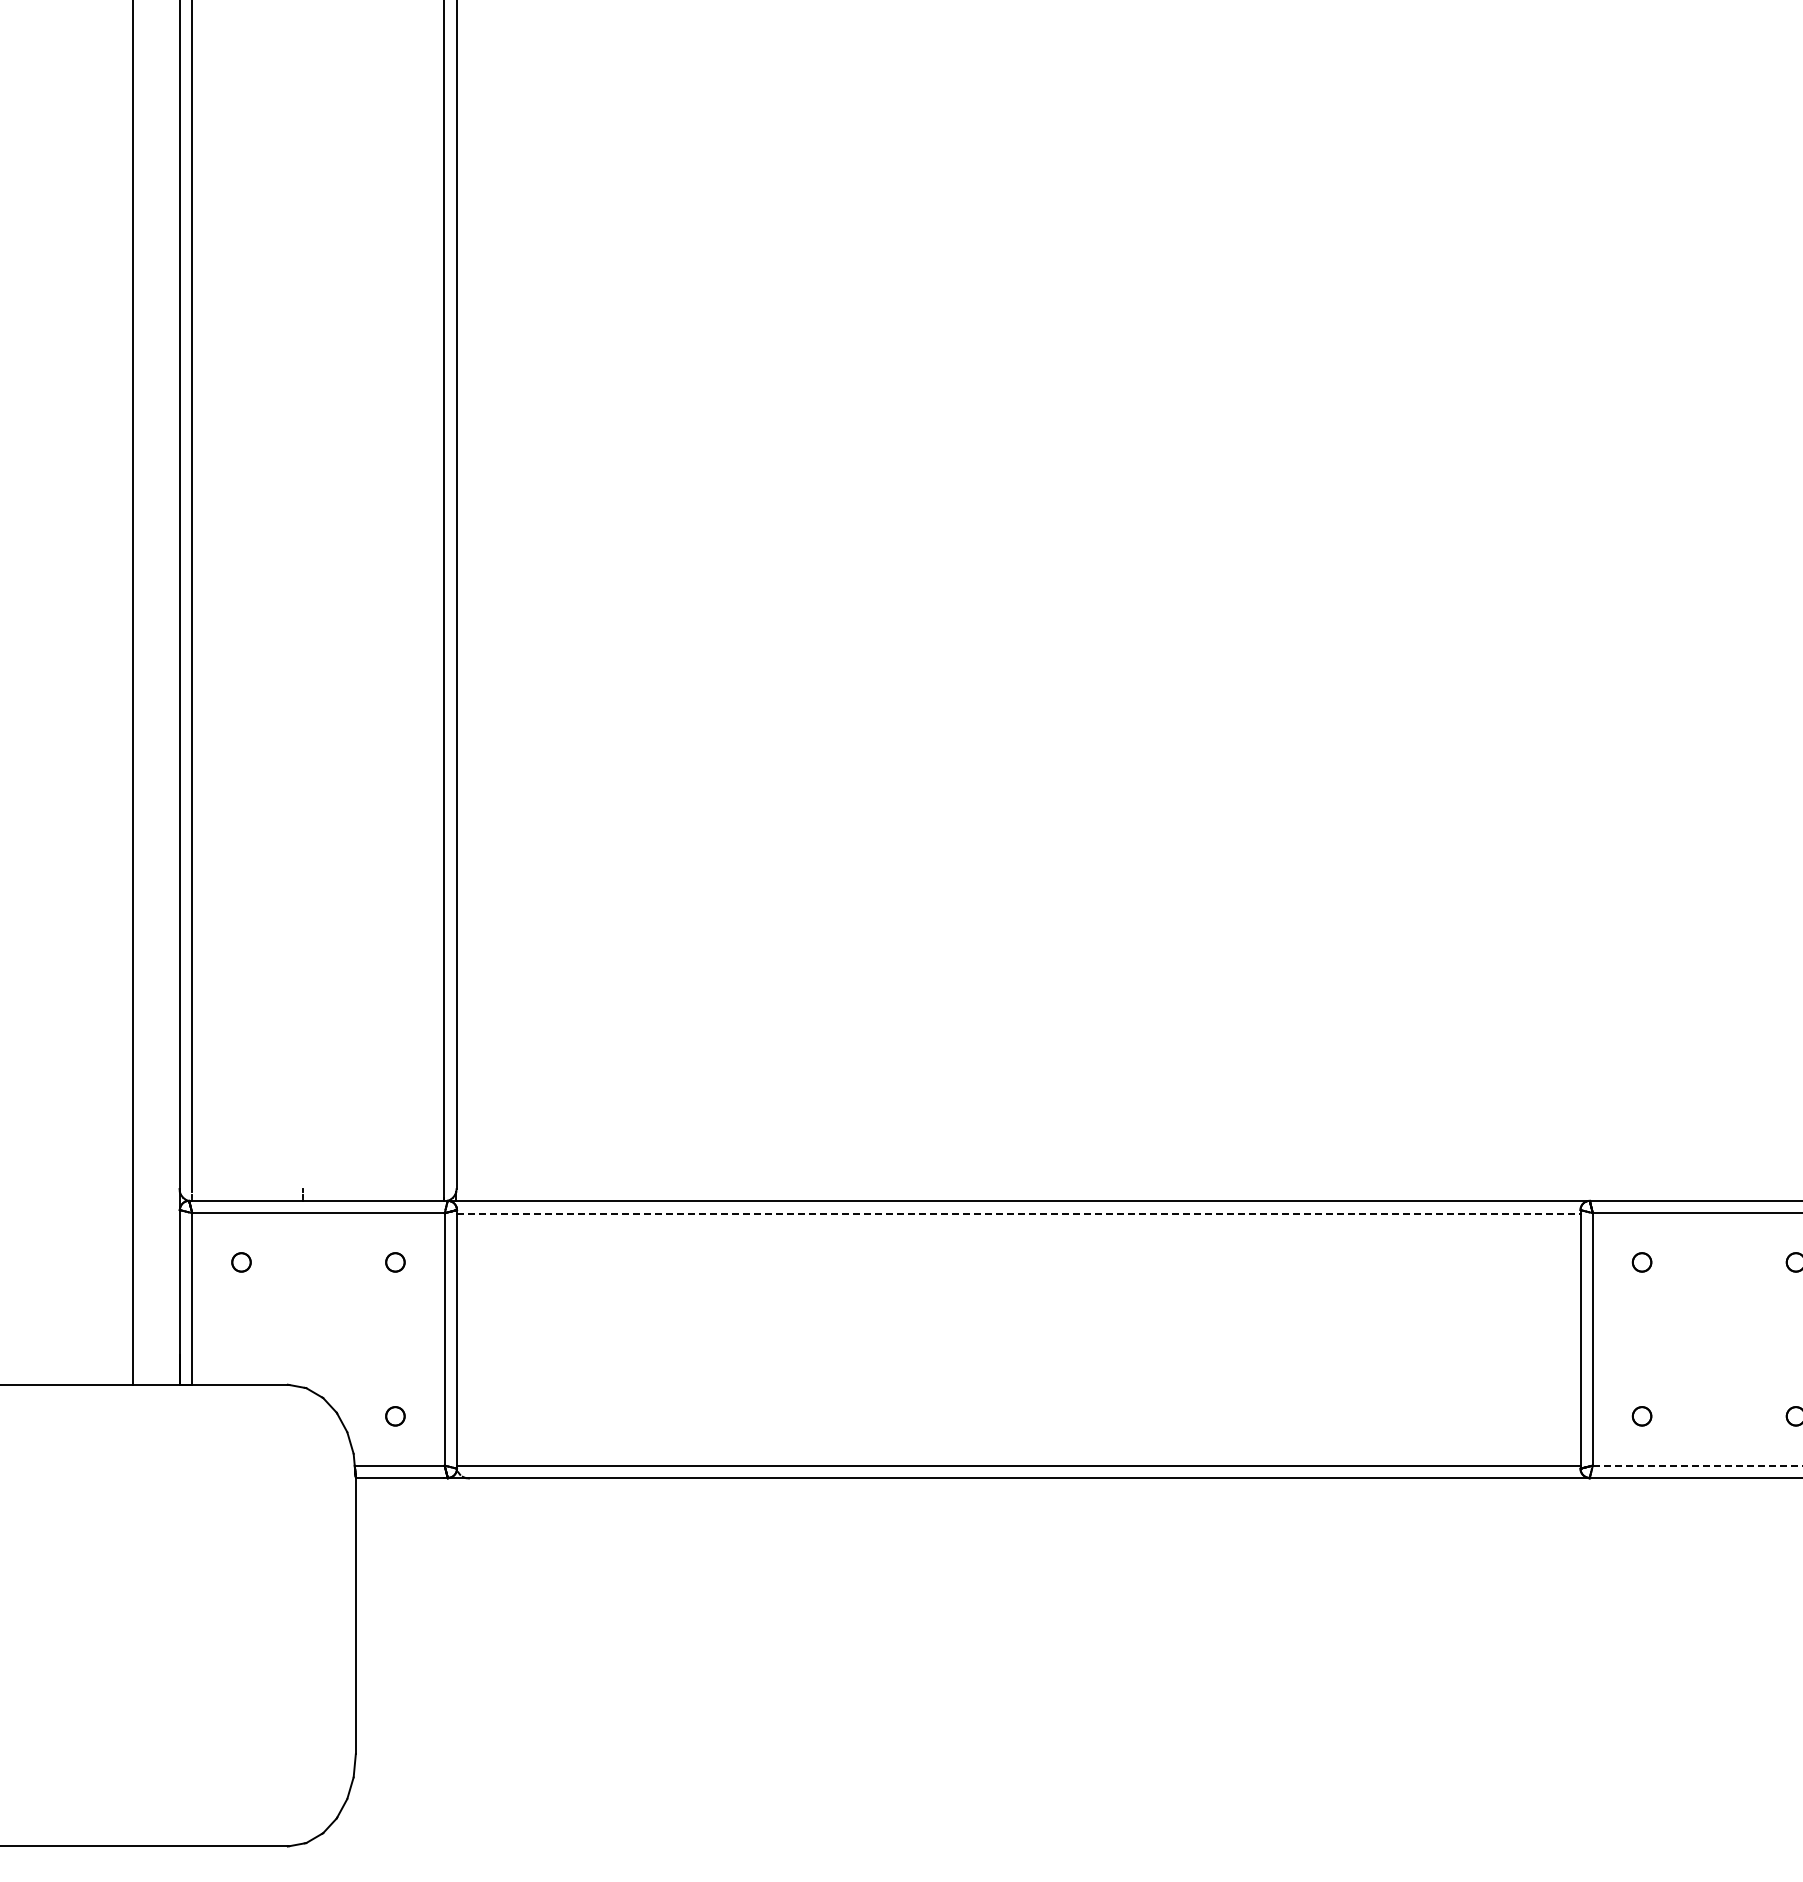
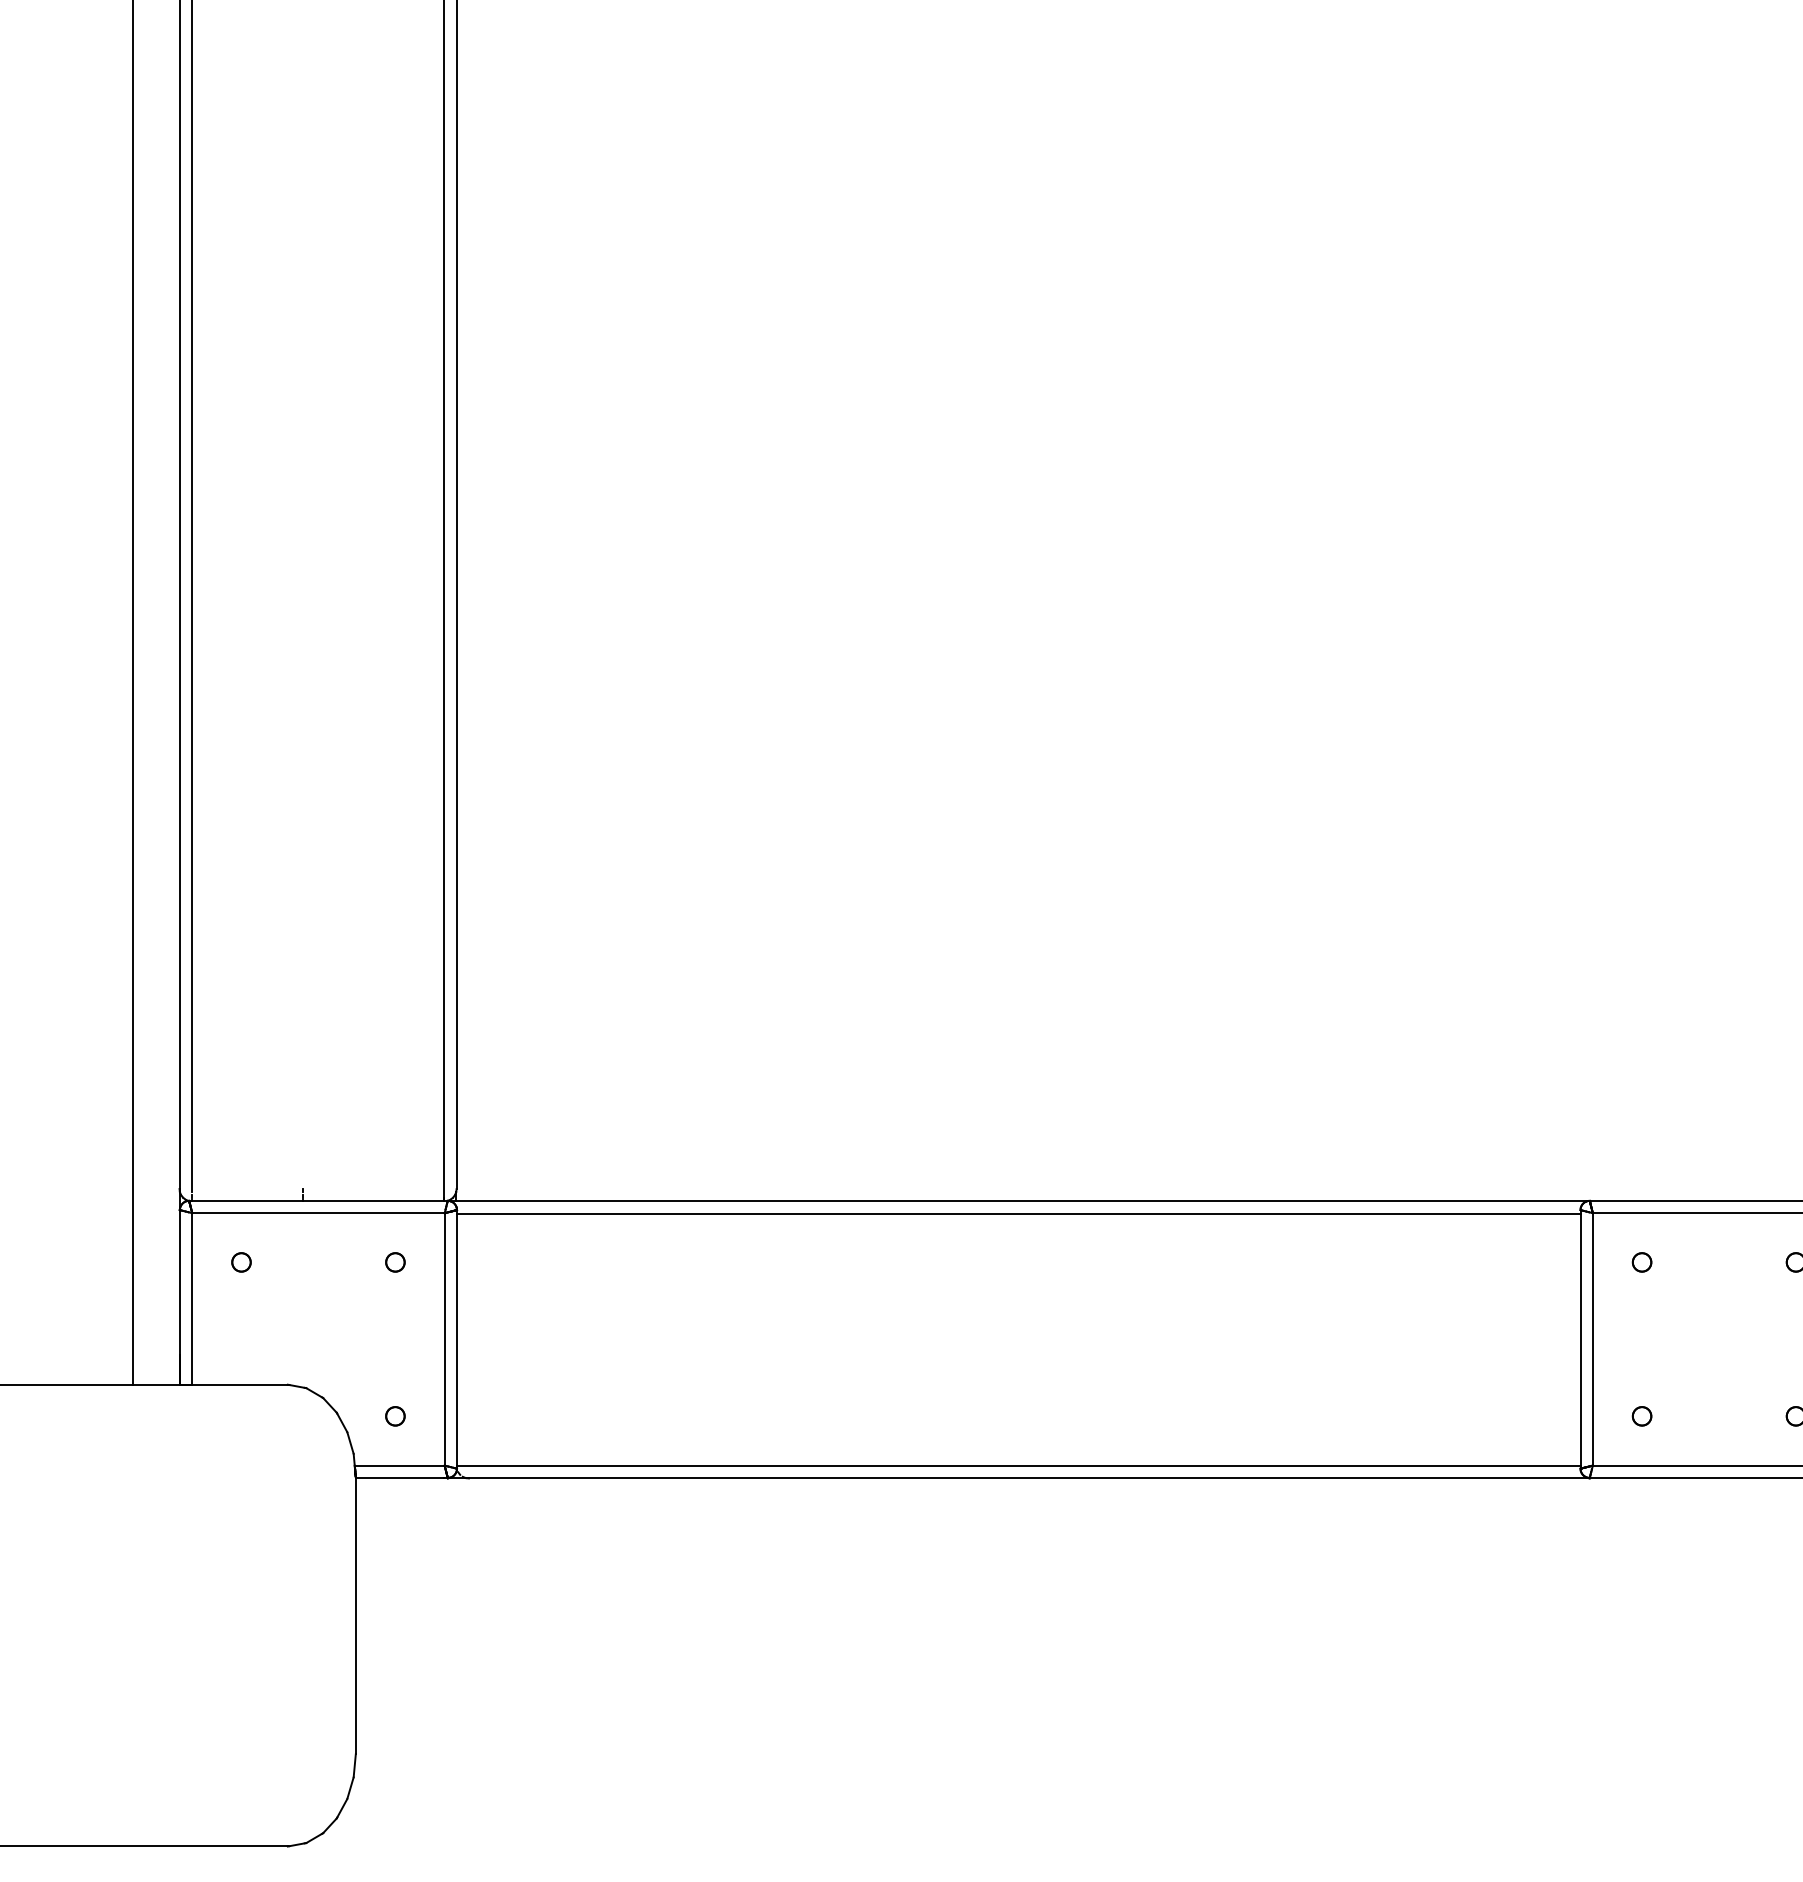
line at (1018, 1213): dashed -> solid
line at (1697, 1465): dashed -> solid
